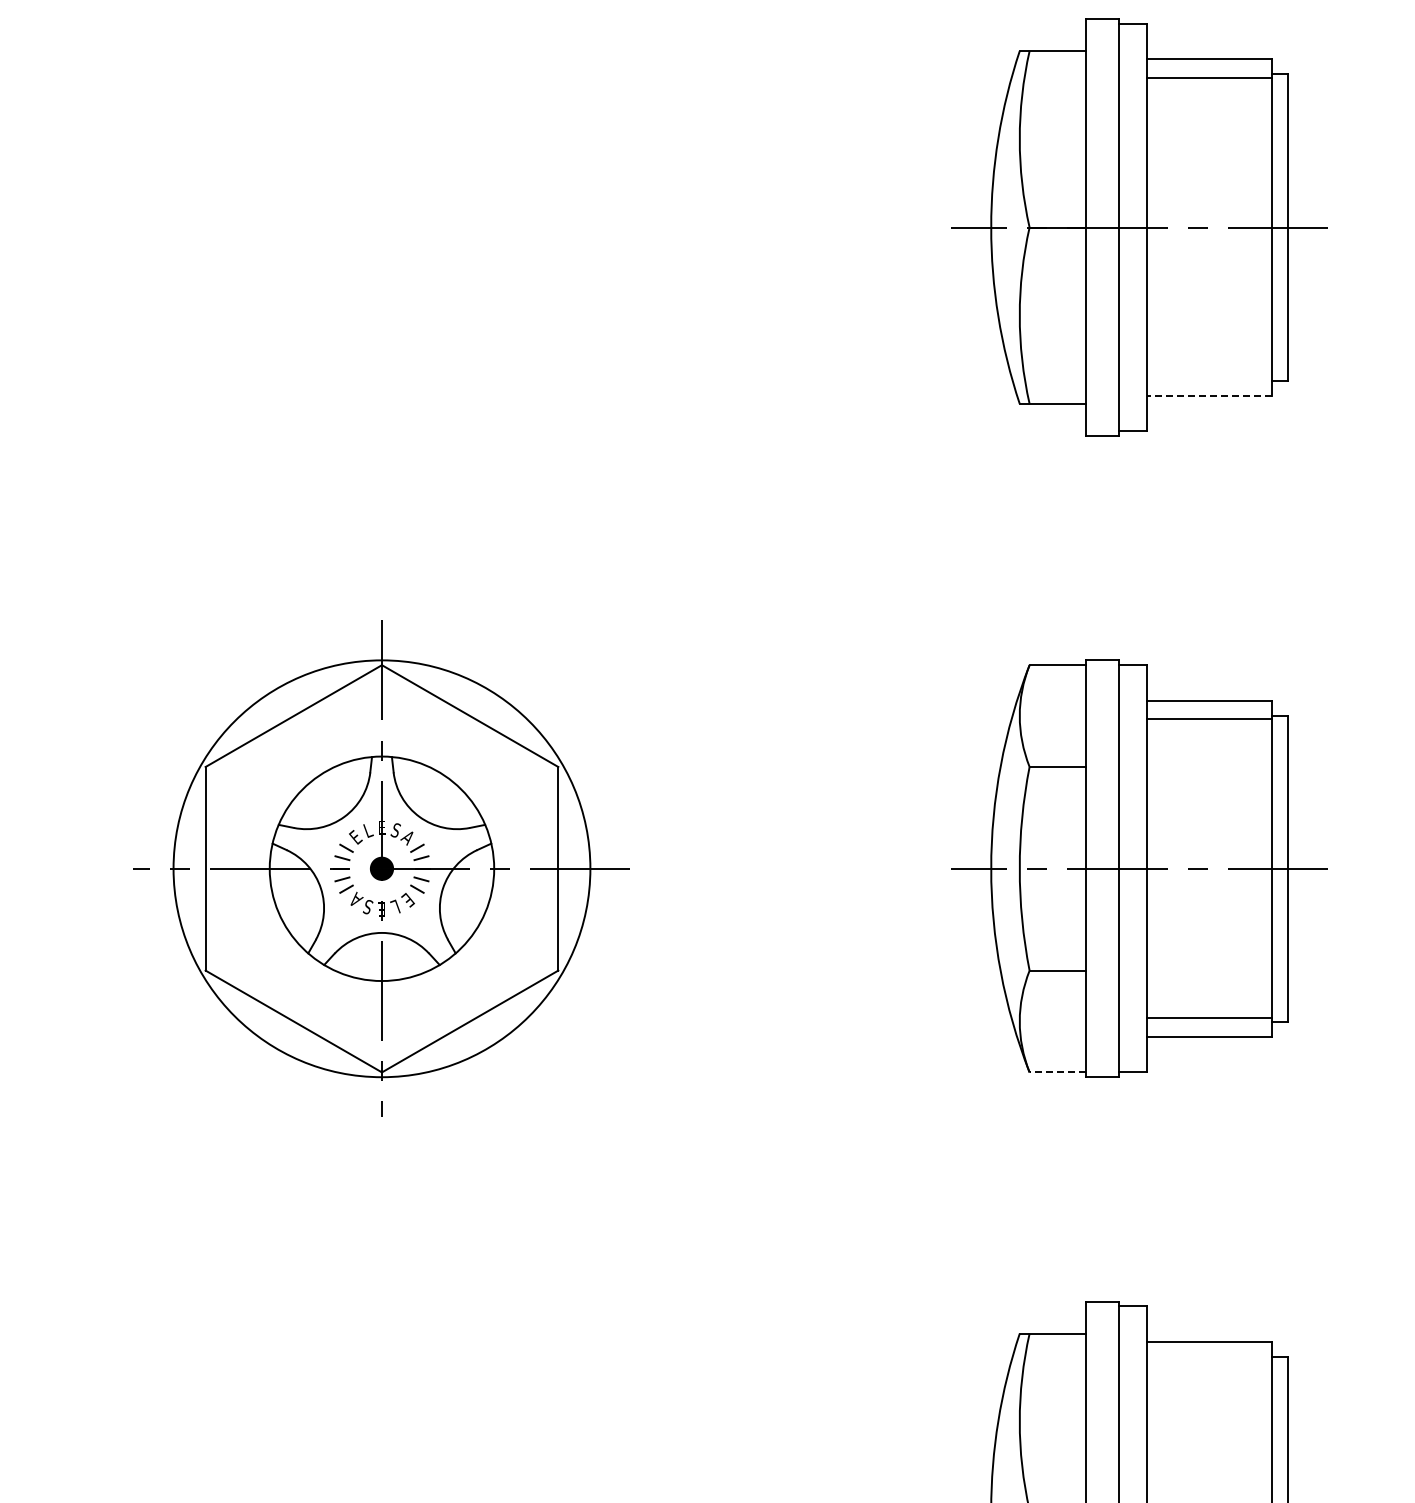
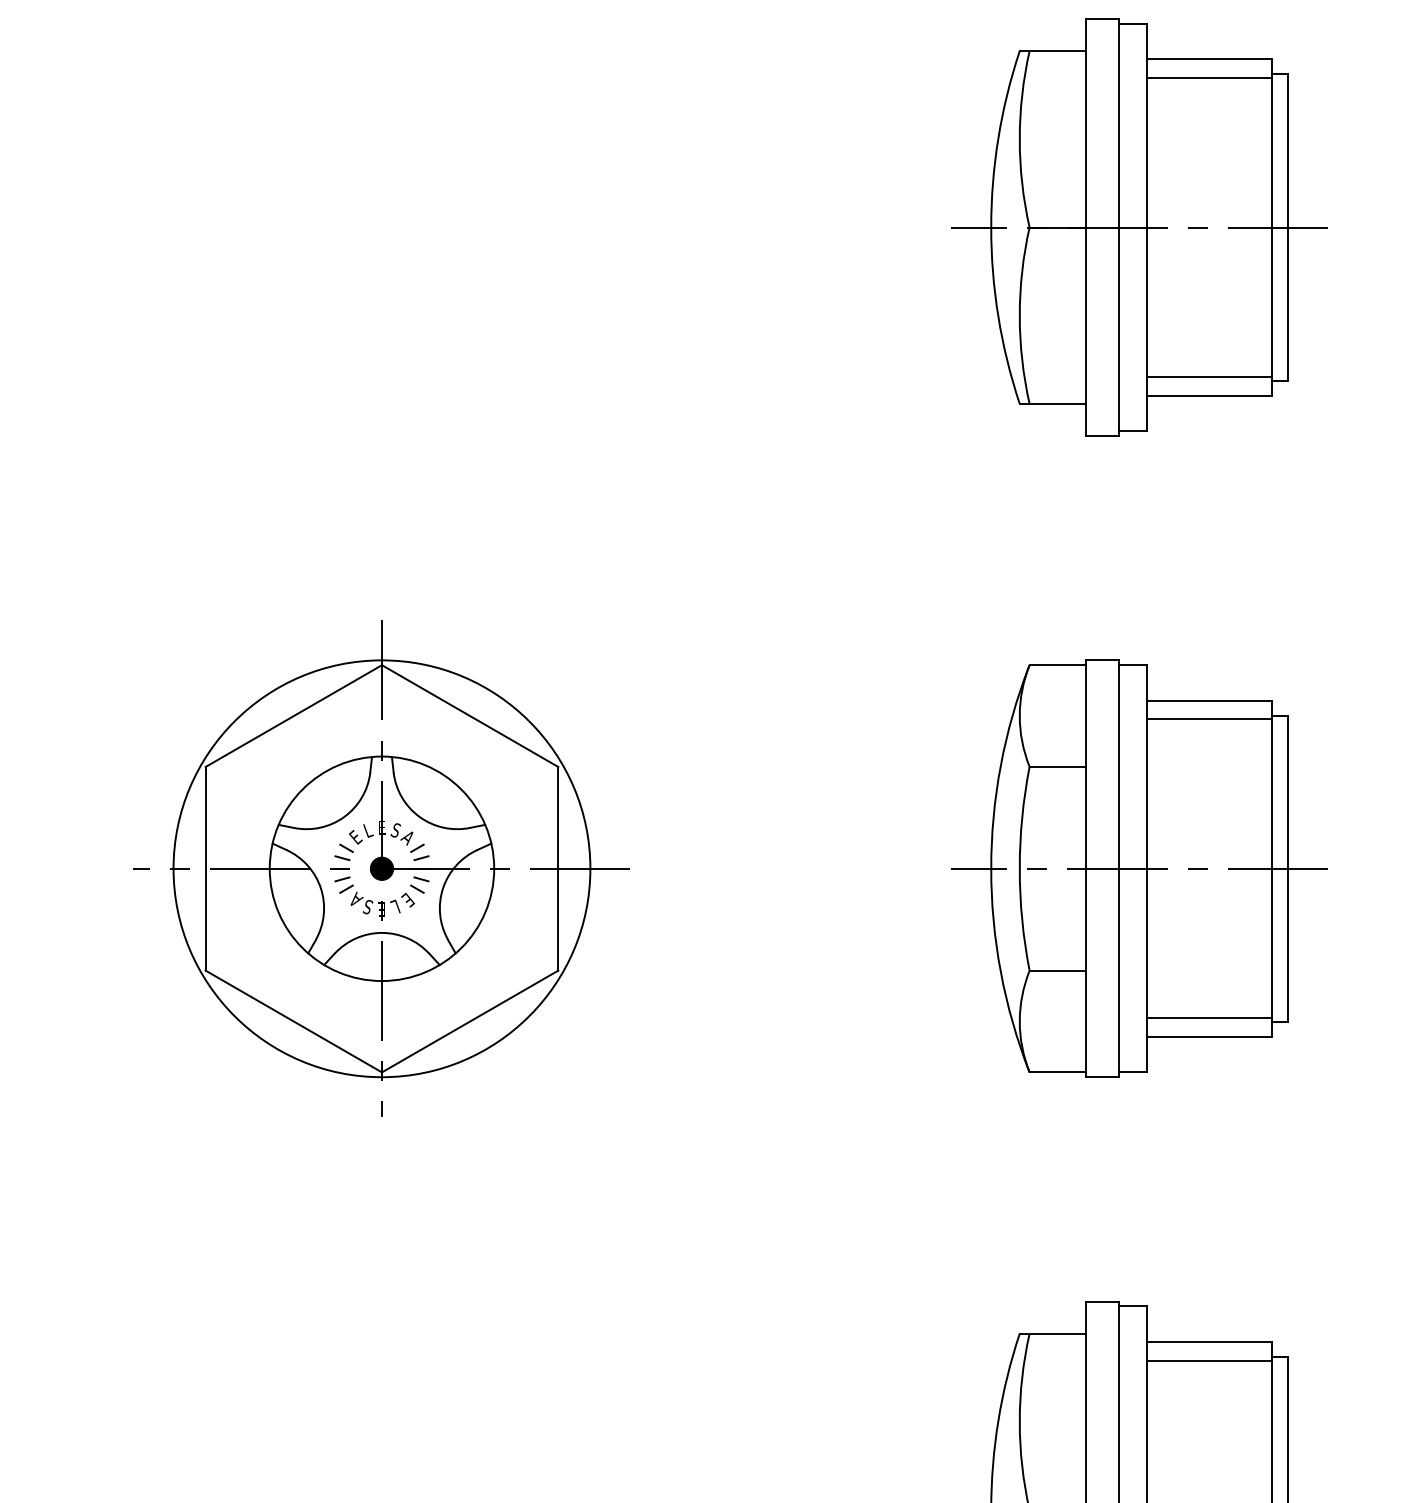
line at (1208, 376): none -> present
line at (1208, 395): dashed -> solid
line at (1057, 1072): dashed -> solid
line at (1208, 1360): none -> present
